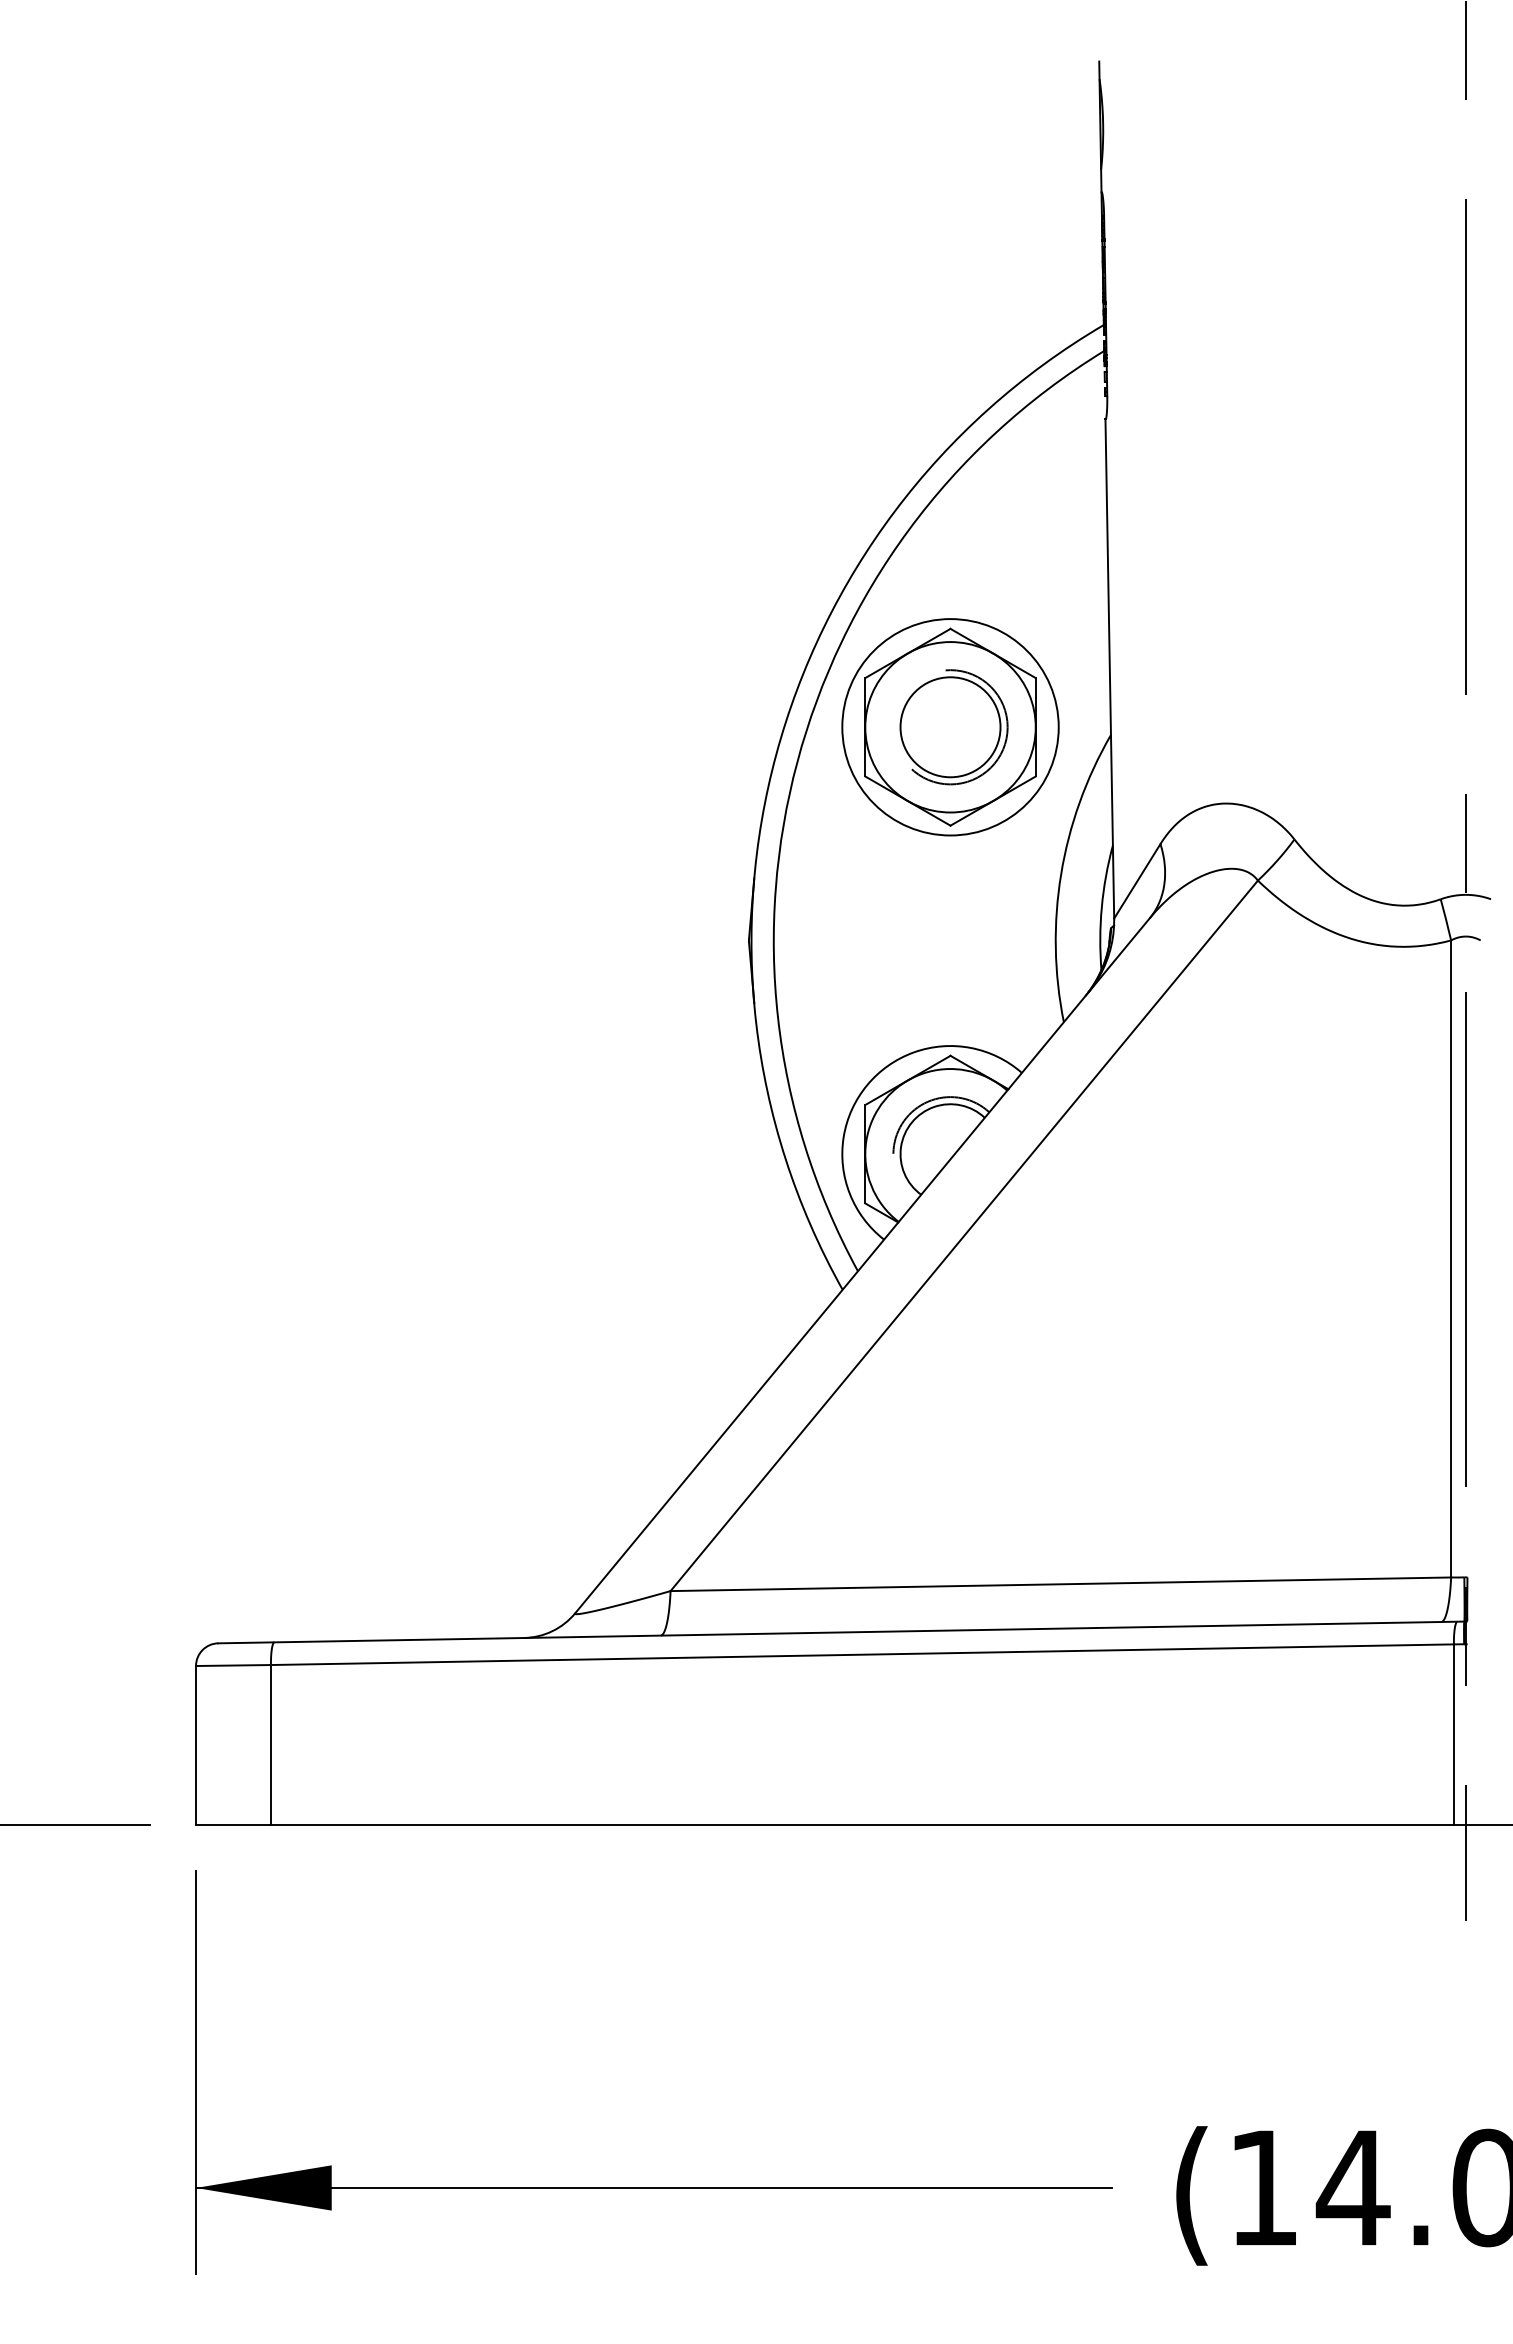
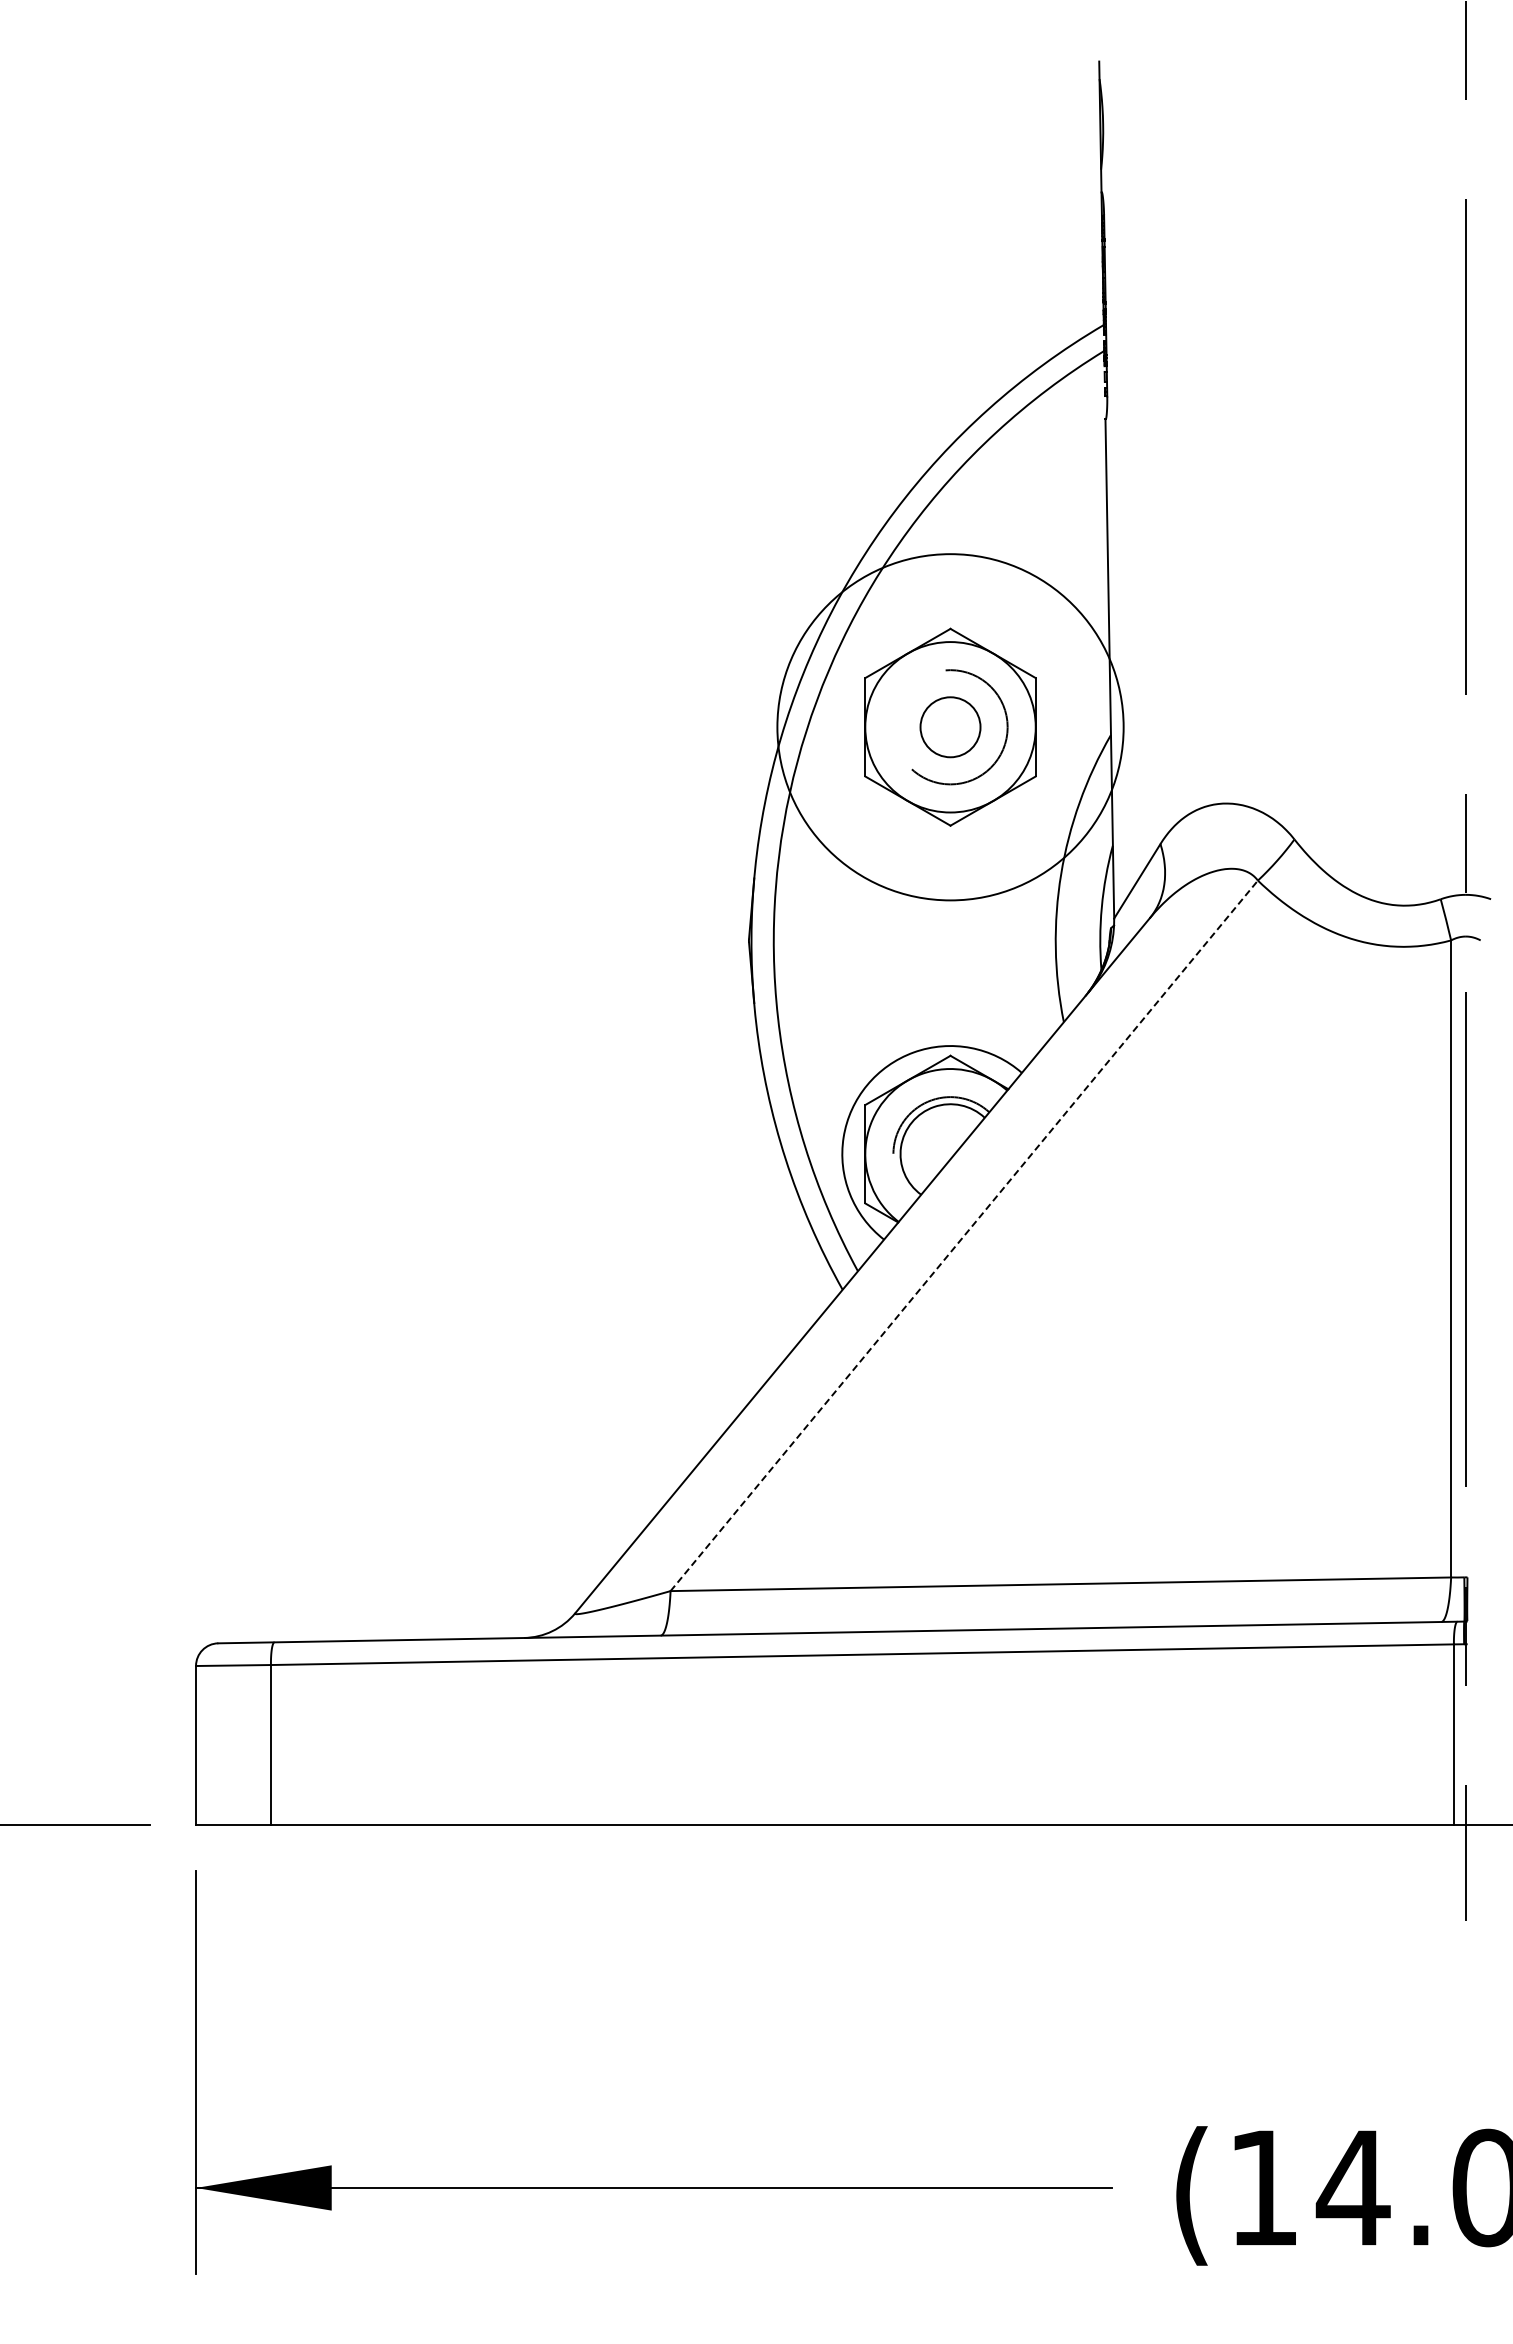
circle at (950, 727) diameter: 100 px -> 60 px
circle at (950, 727) diameter: 216 px -> 346 px
line at (964, 1235): solid -> dashed
